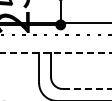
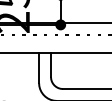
line at (56, 53): dashed -> solid
line at (87, 89): dashed -> solid
